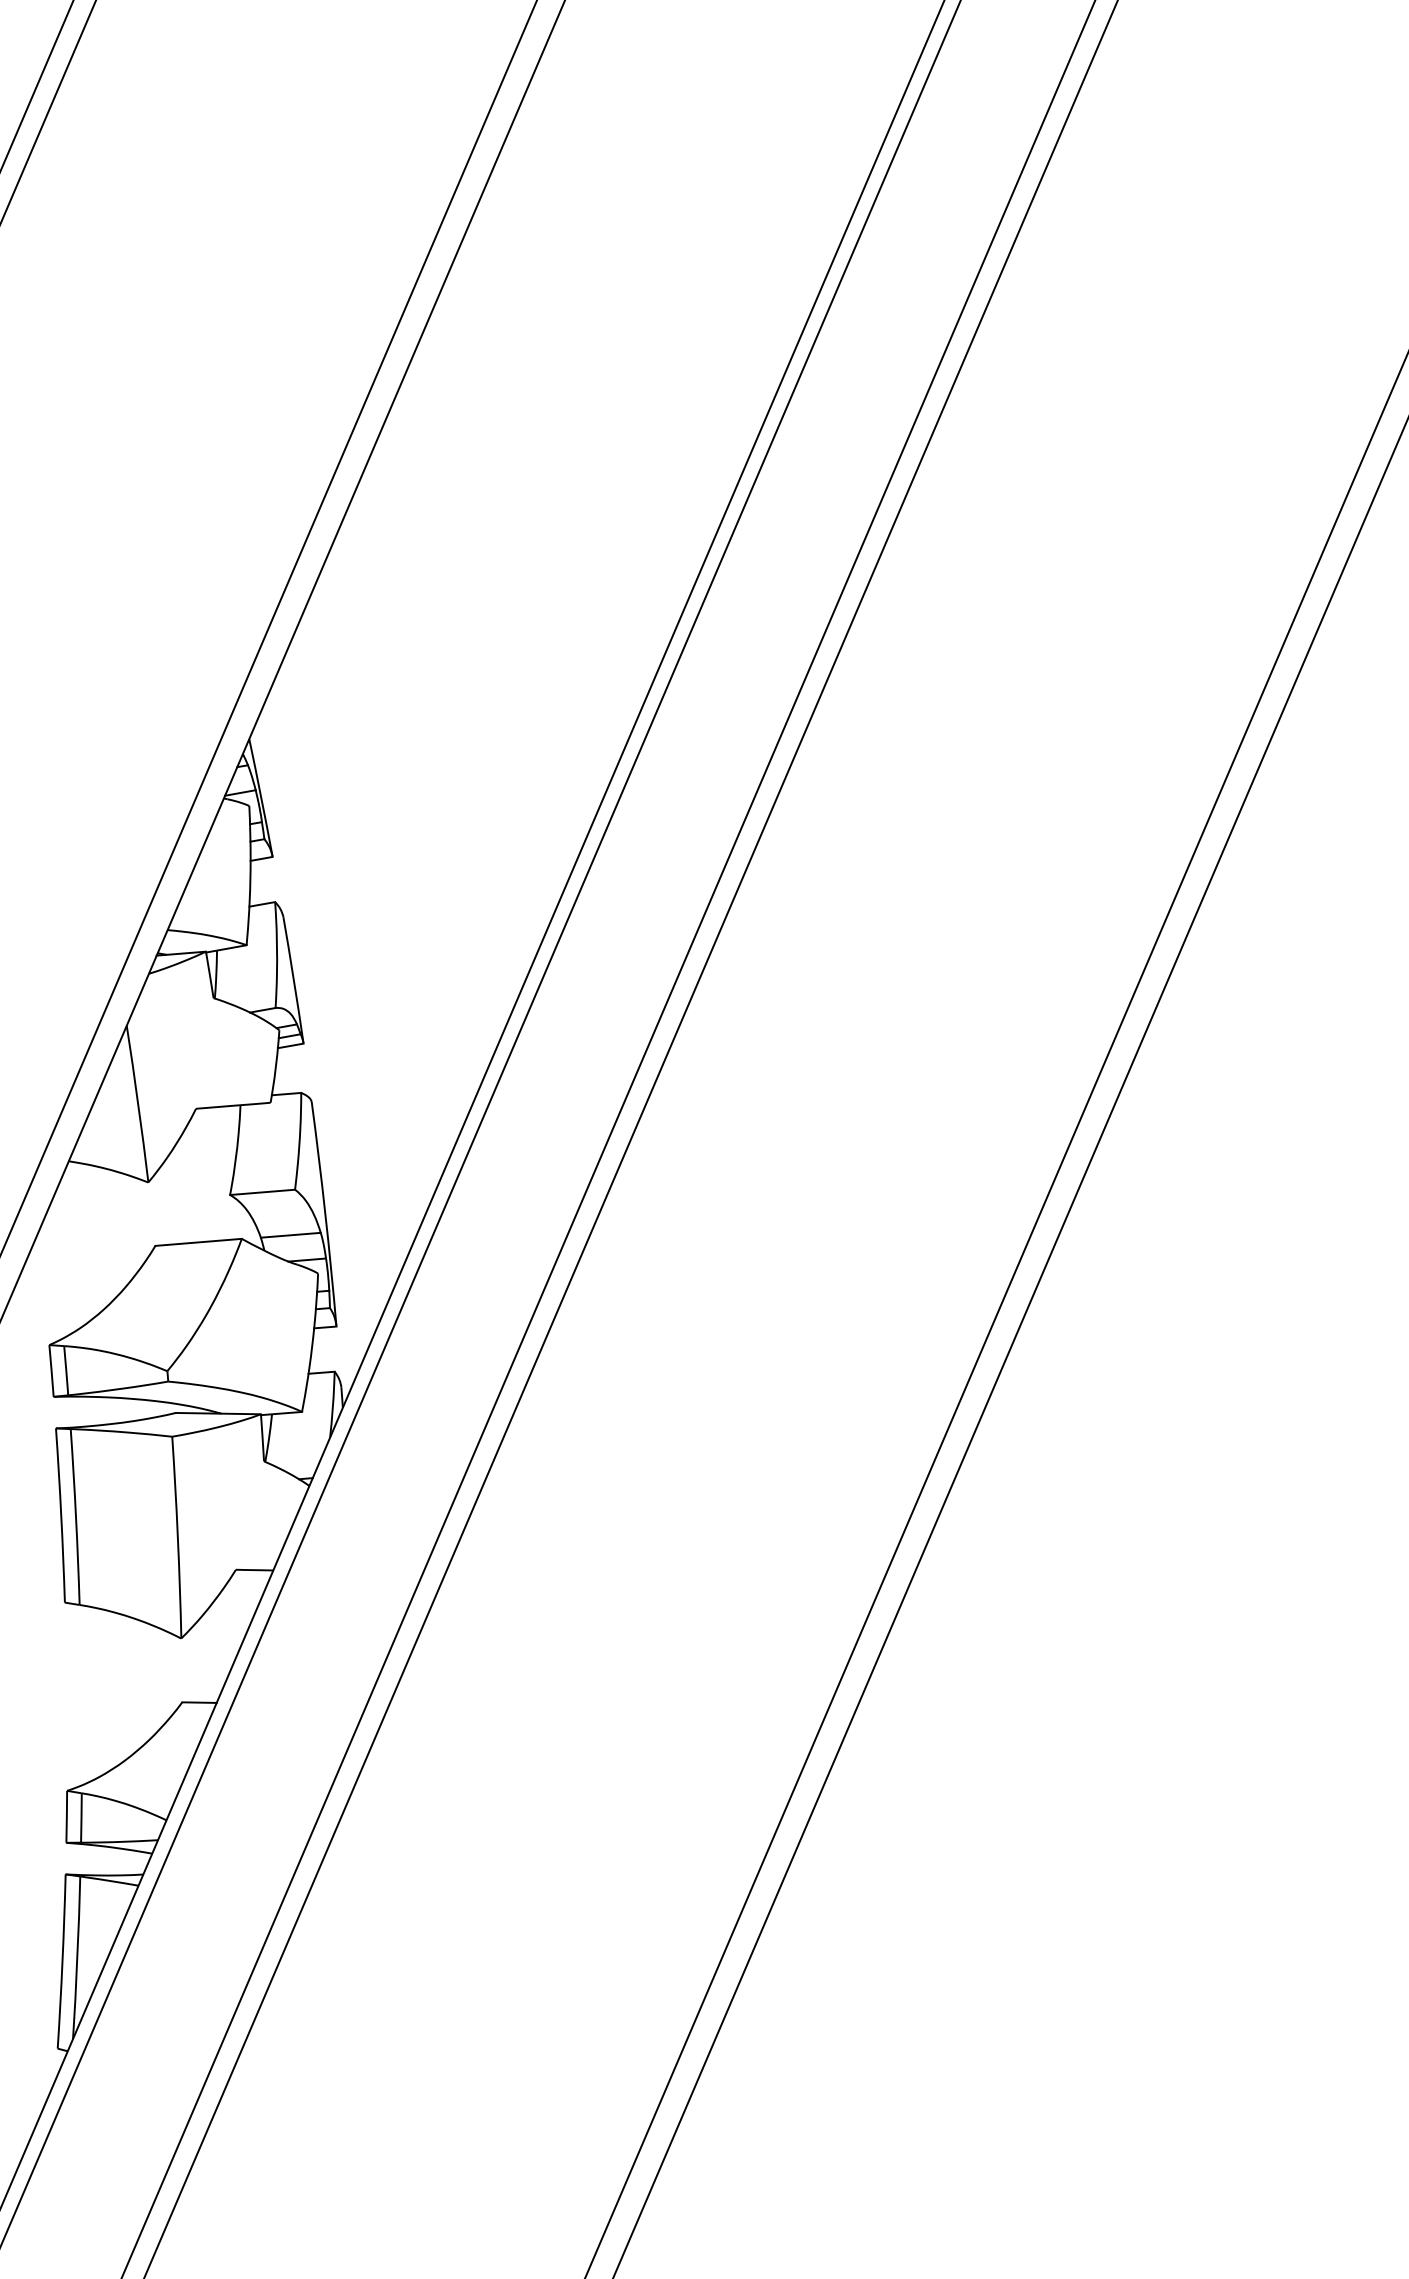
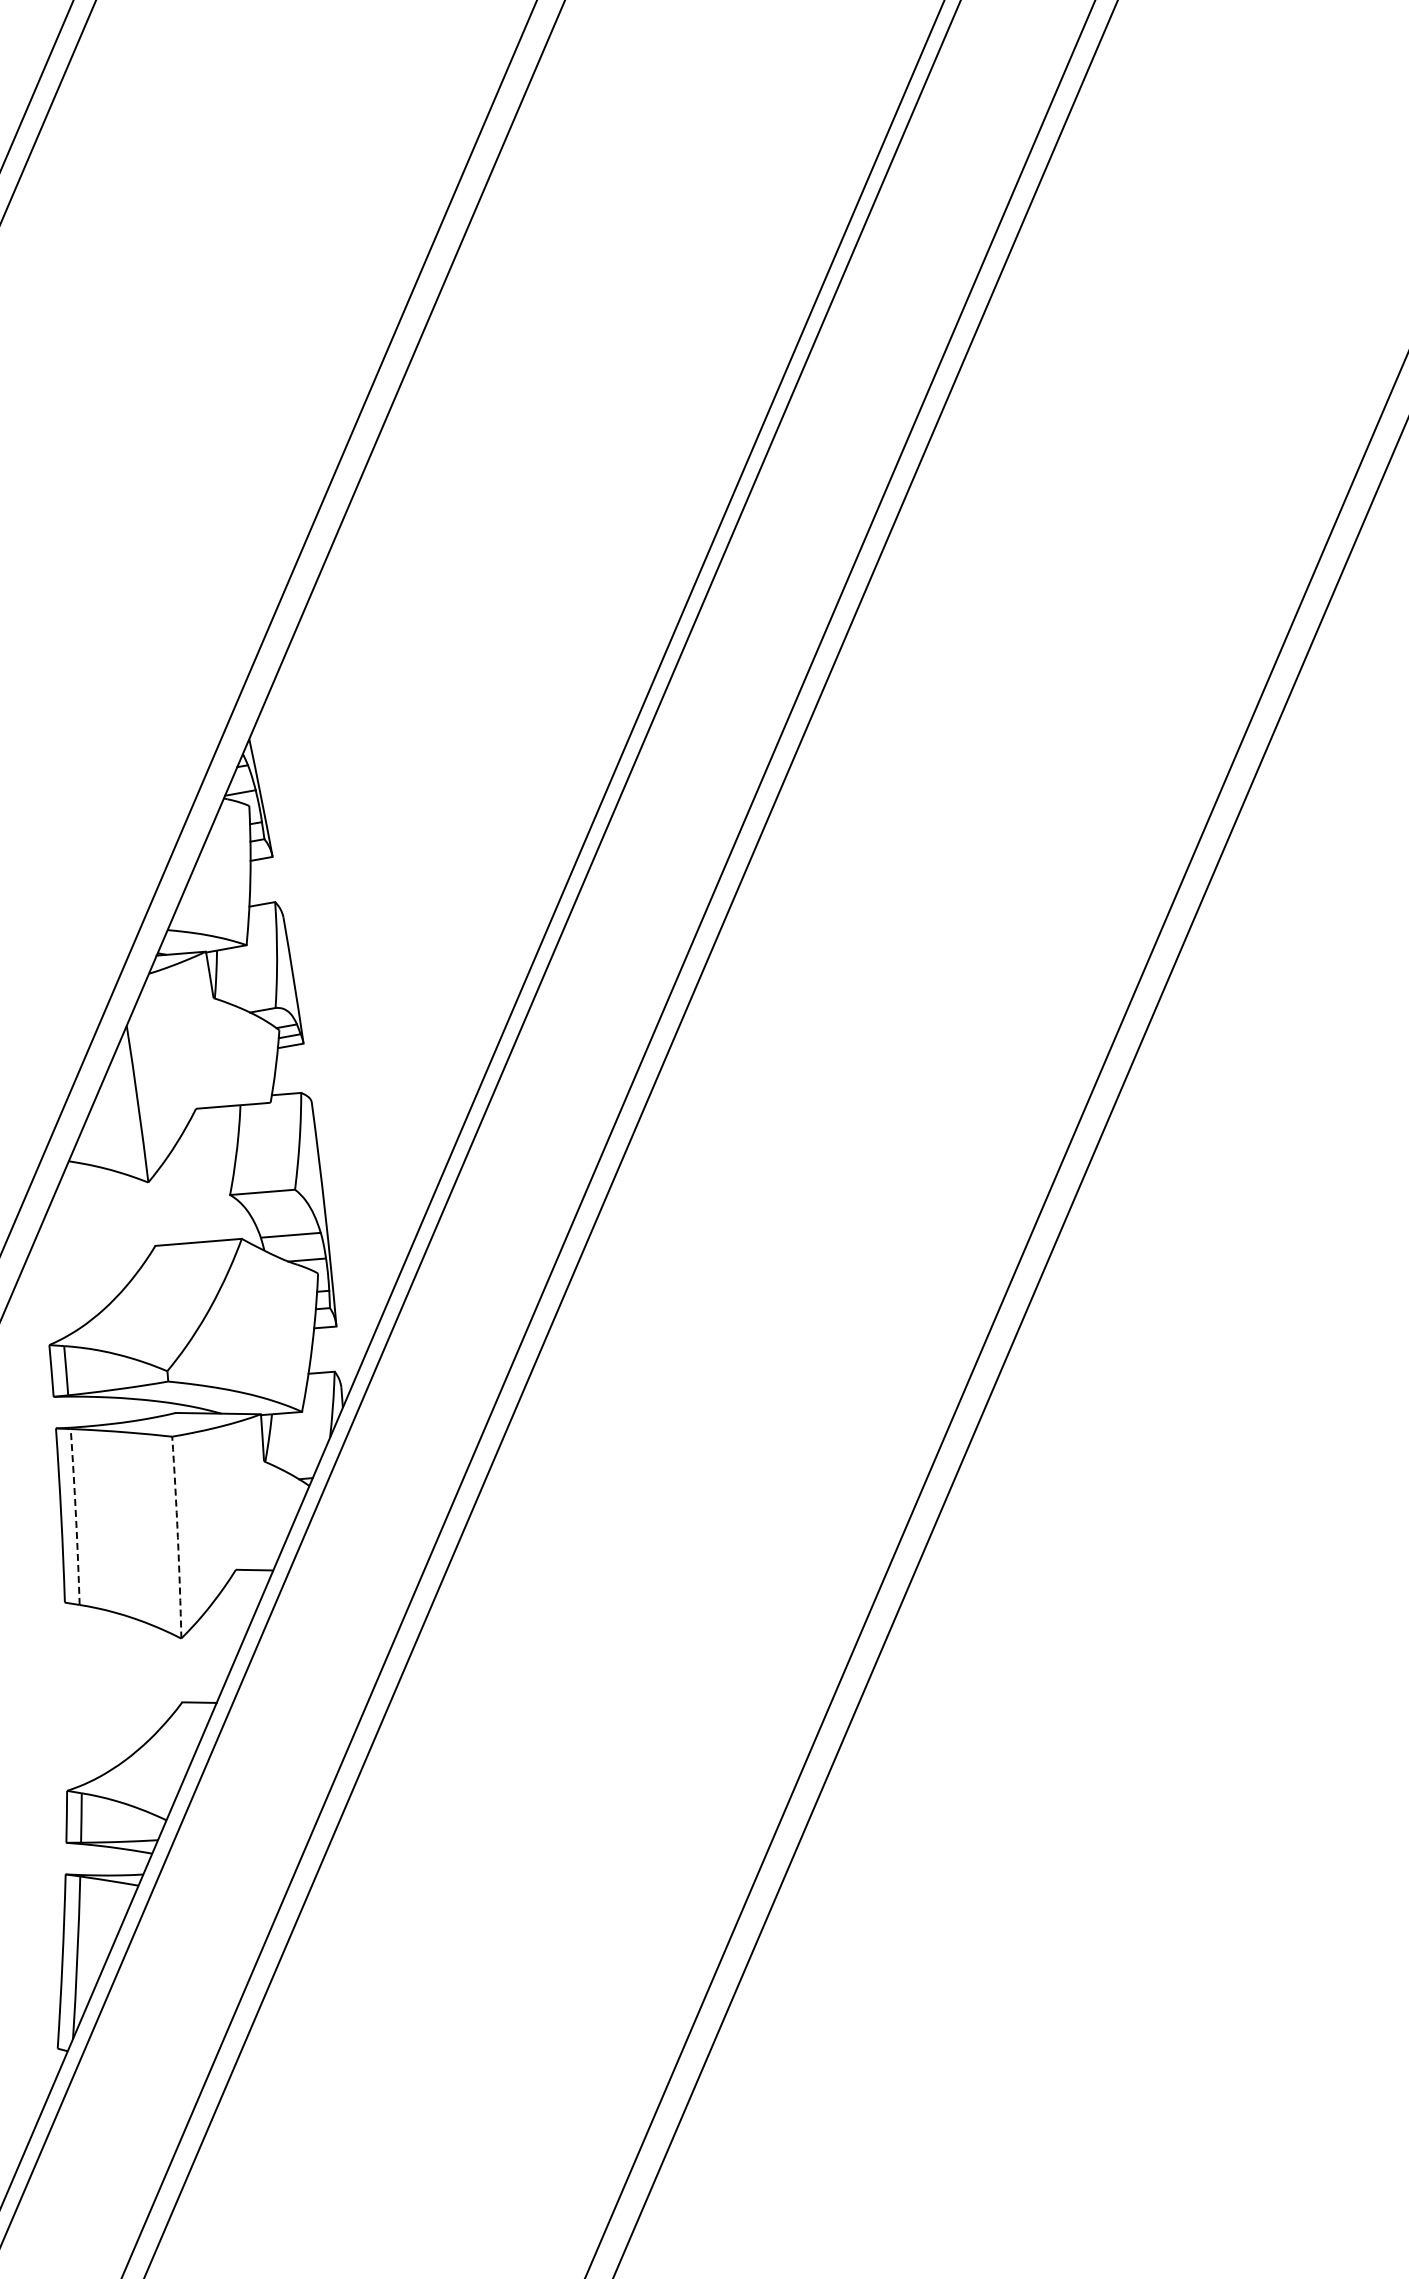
arc at (76, 1516): solid -> dashed
arc at (177, 1537): solid -> dashed
